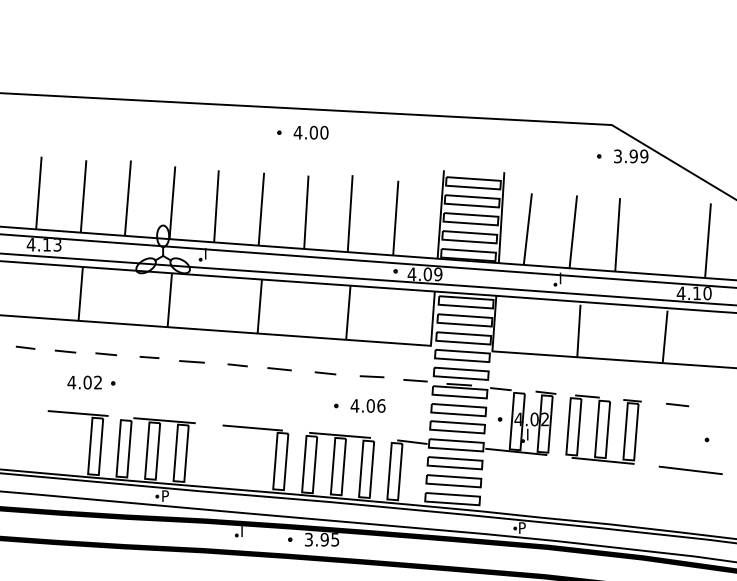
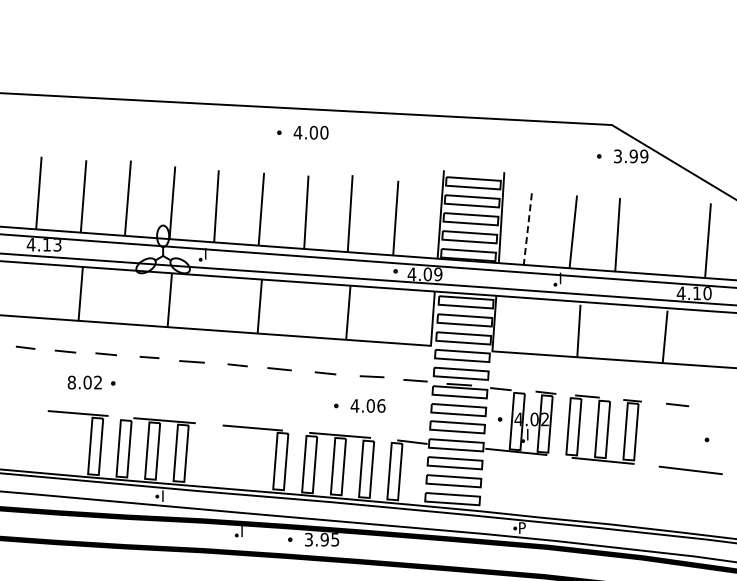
line at (527, 229): solid -> dashed
text at (71, 382): 4.02 -> 8.02
text at (165, 493): P -> I
